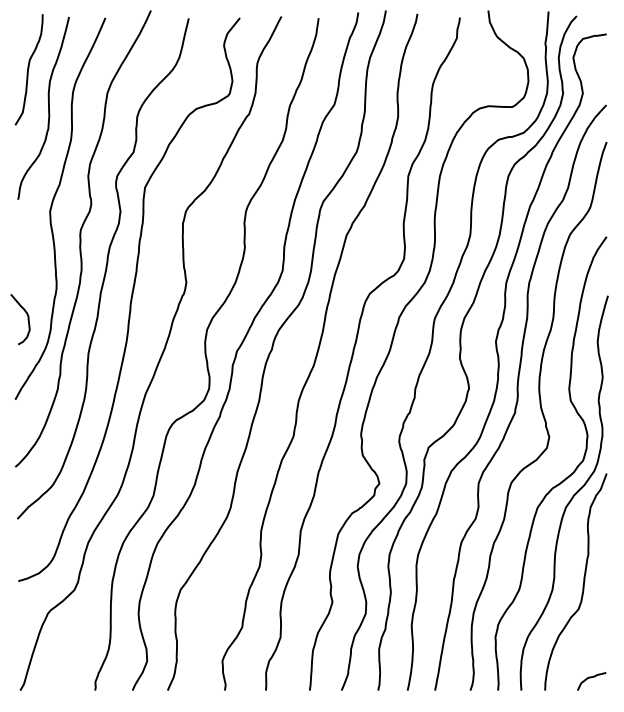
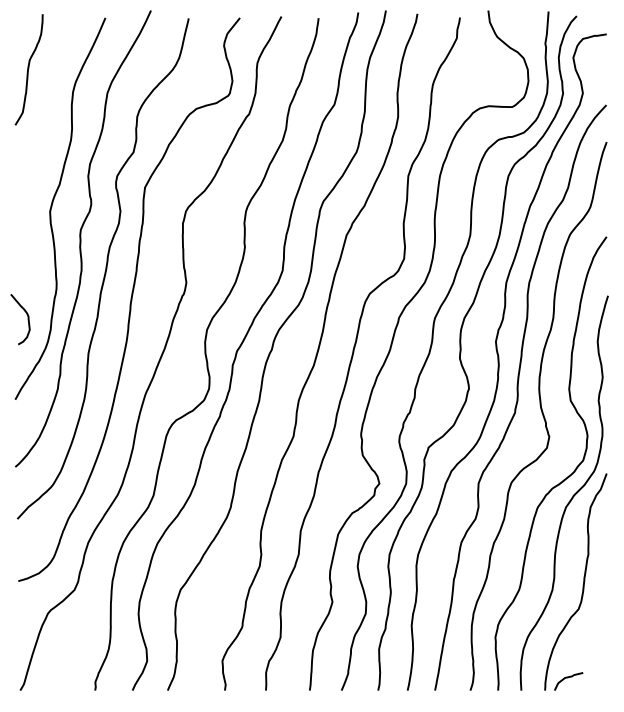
curve at (48, 108): present -> none
curve at (591, 678) position: (591, 678) -> (568, 678)
